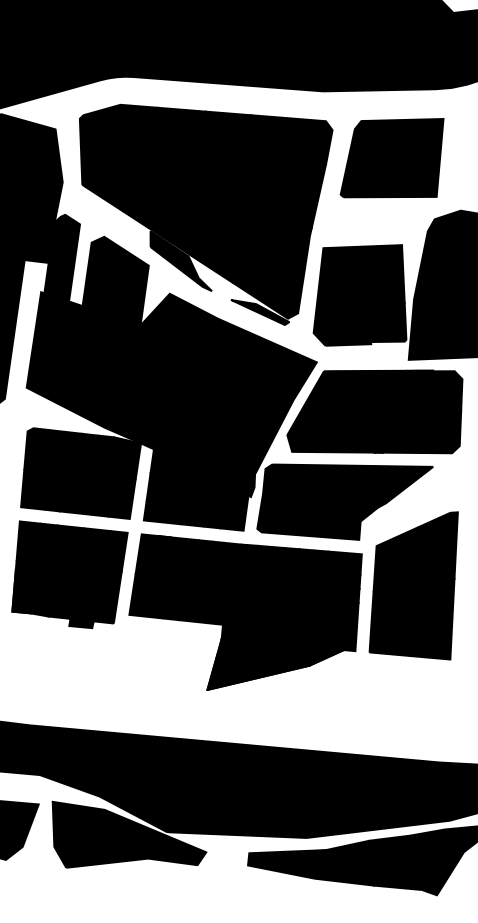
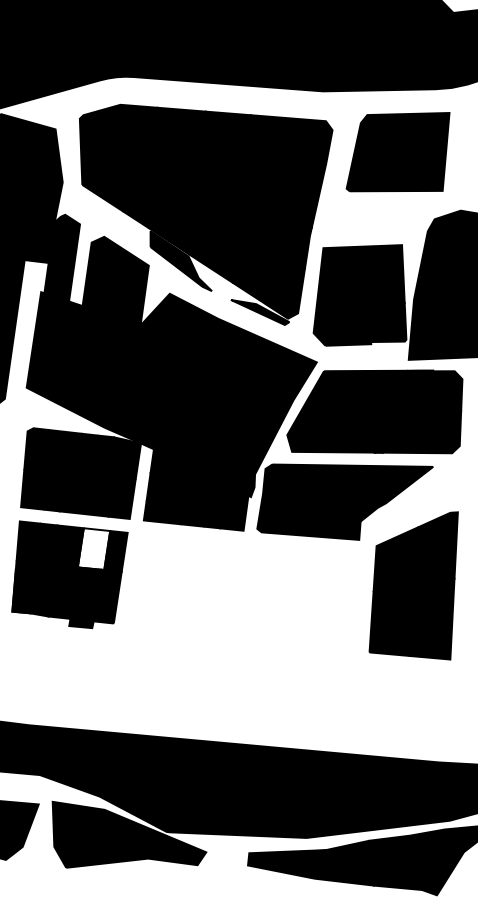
part at (391, 158) position: (391, 158) -> (397, 152)
fill at (93, 549): present -> none
part at (245, 611): present -> none
